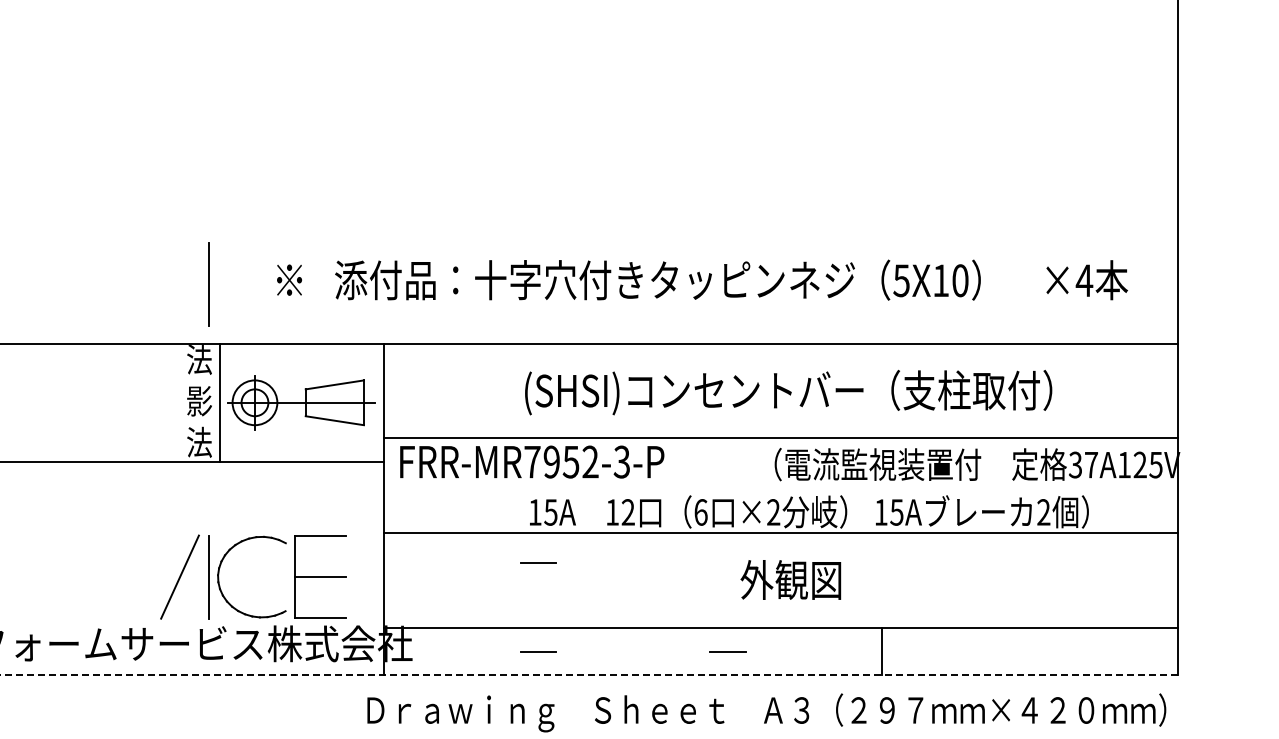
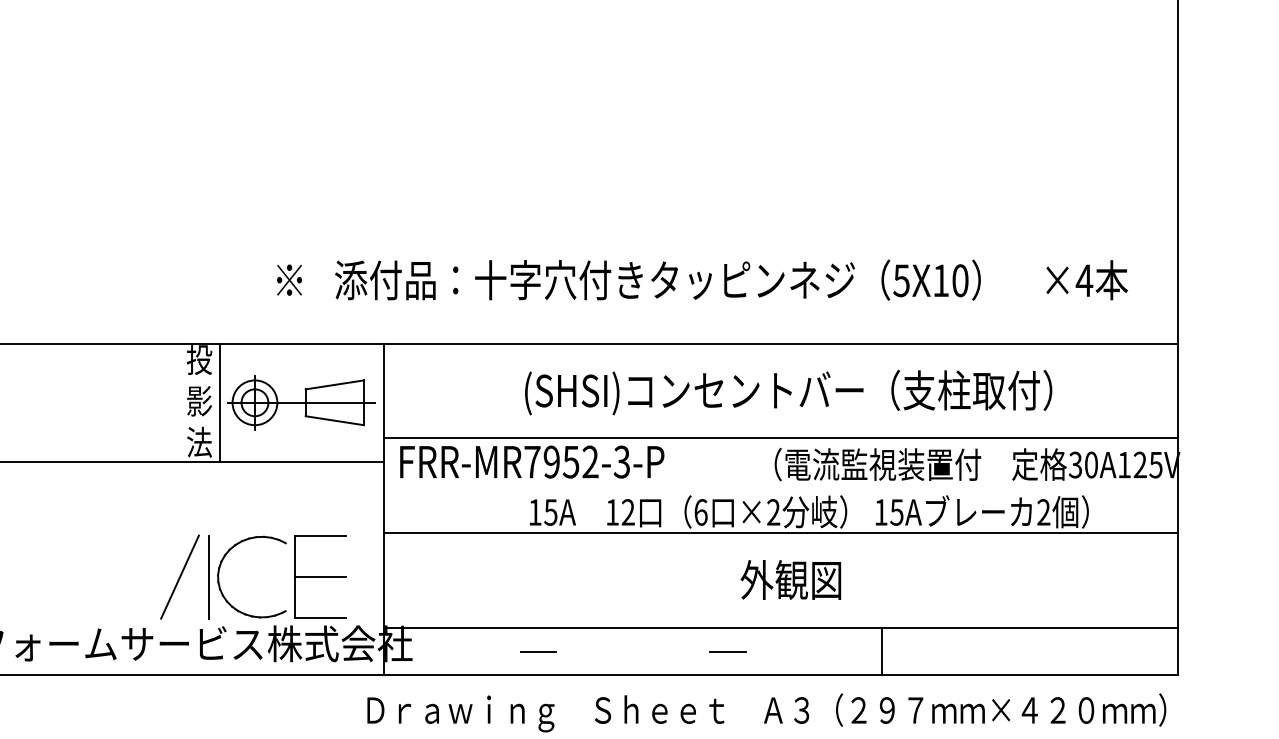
line at (208, 284): present -> none
text at (199, 359): 法 -> 投
text at (1091, 464): 37A125V -> 30A125V
line at (538, 562): present -> none
line at (589, 675): dashed -> solid
